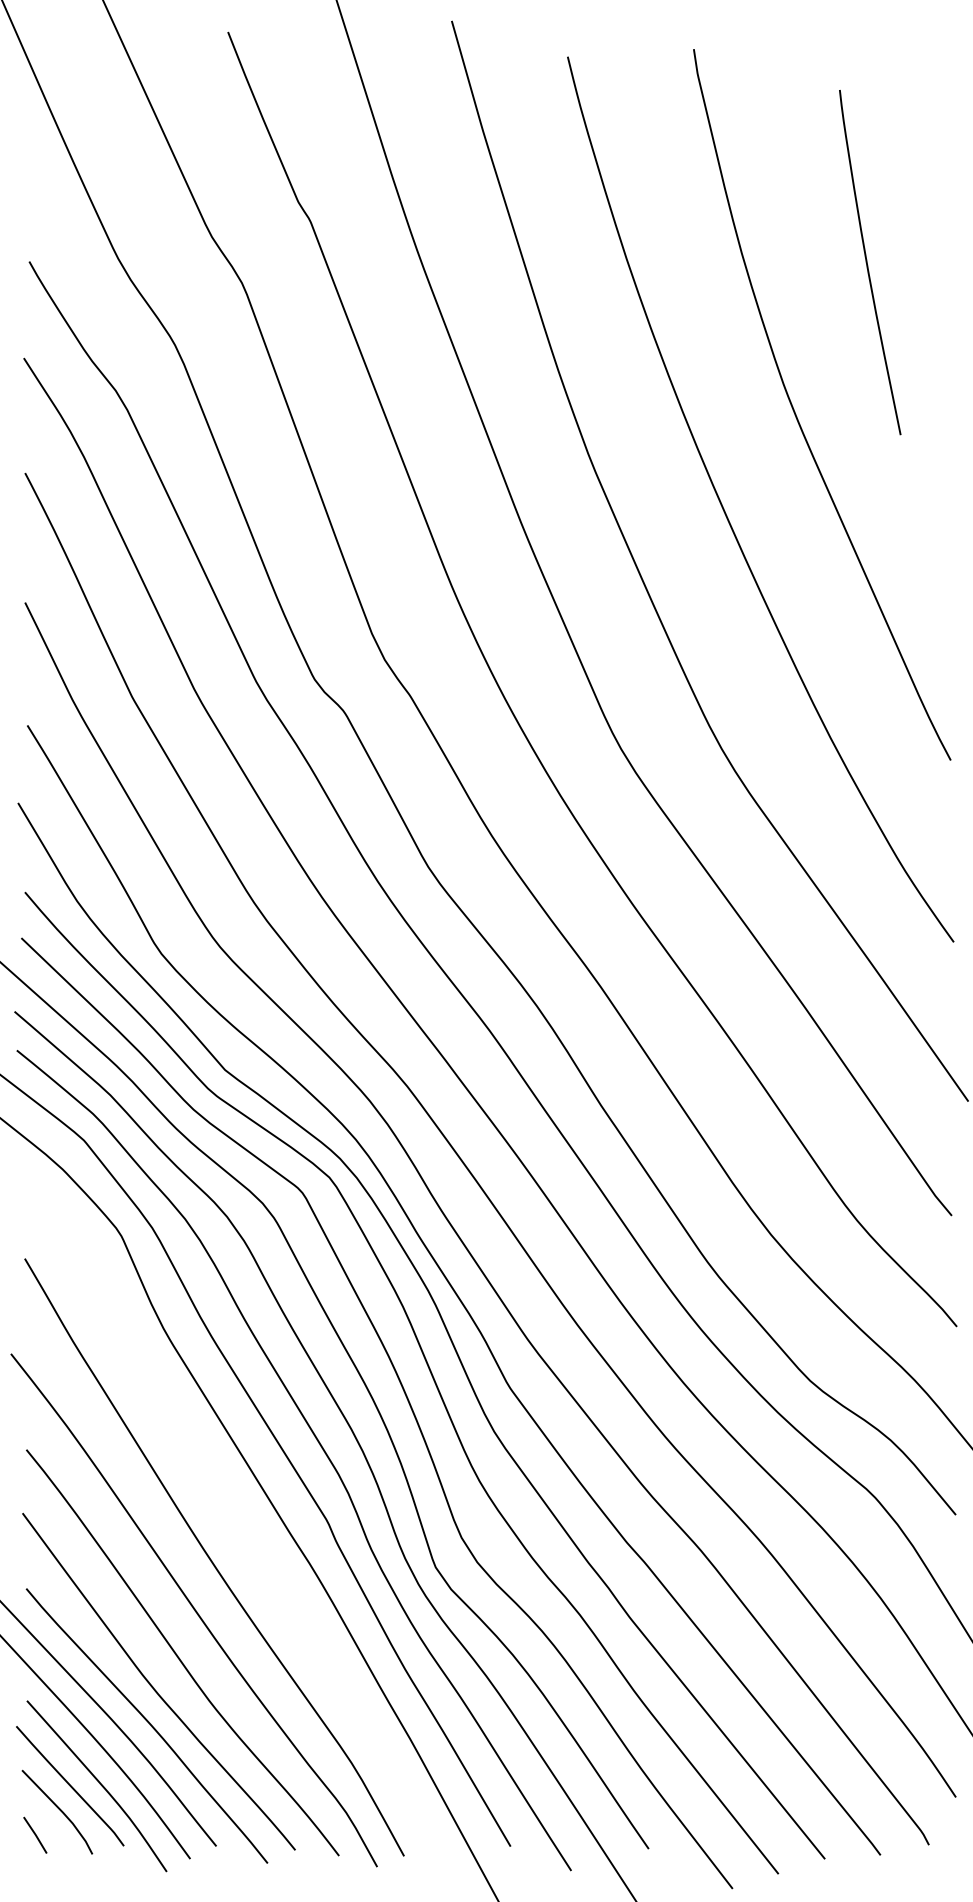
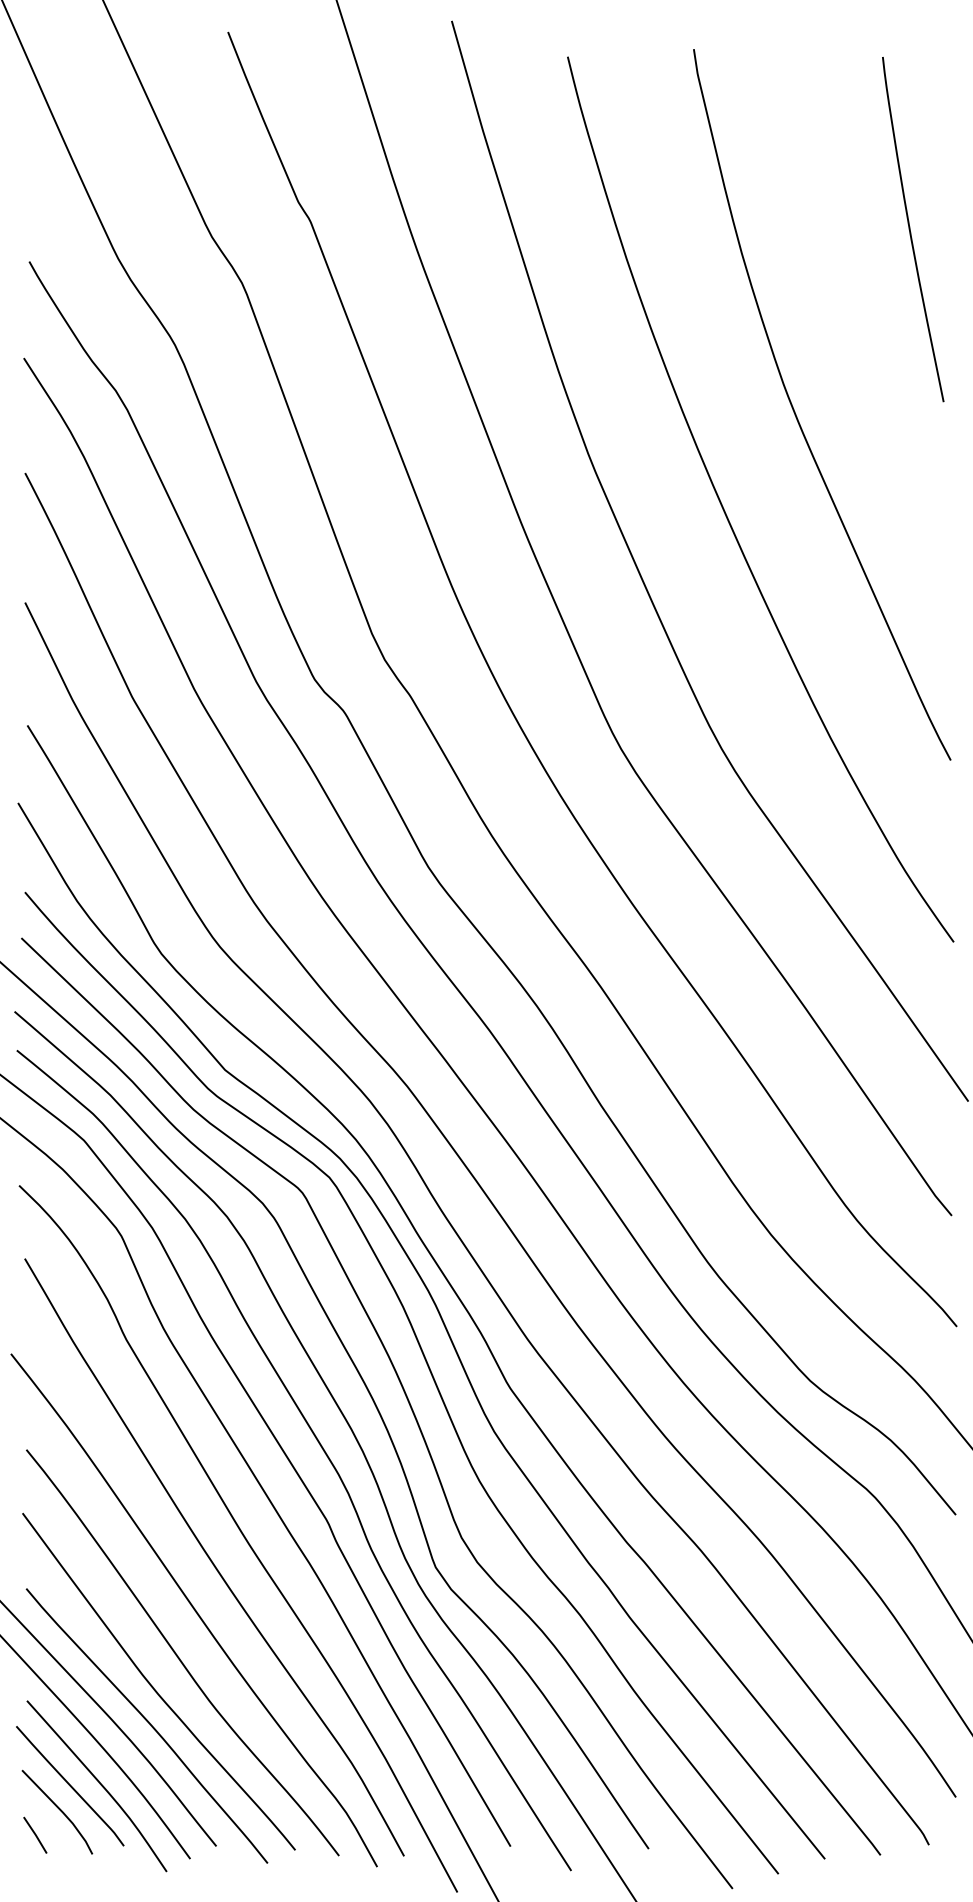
curve at (867, 262) position: (867, 262) -> (910, 229)
curve at (241, 1534): none -> present
